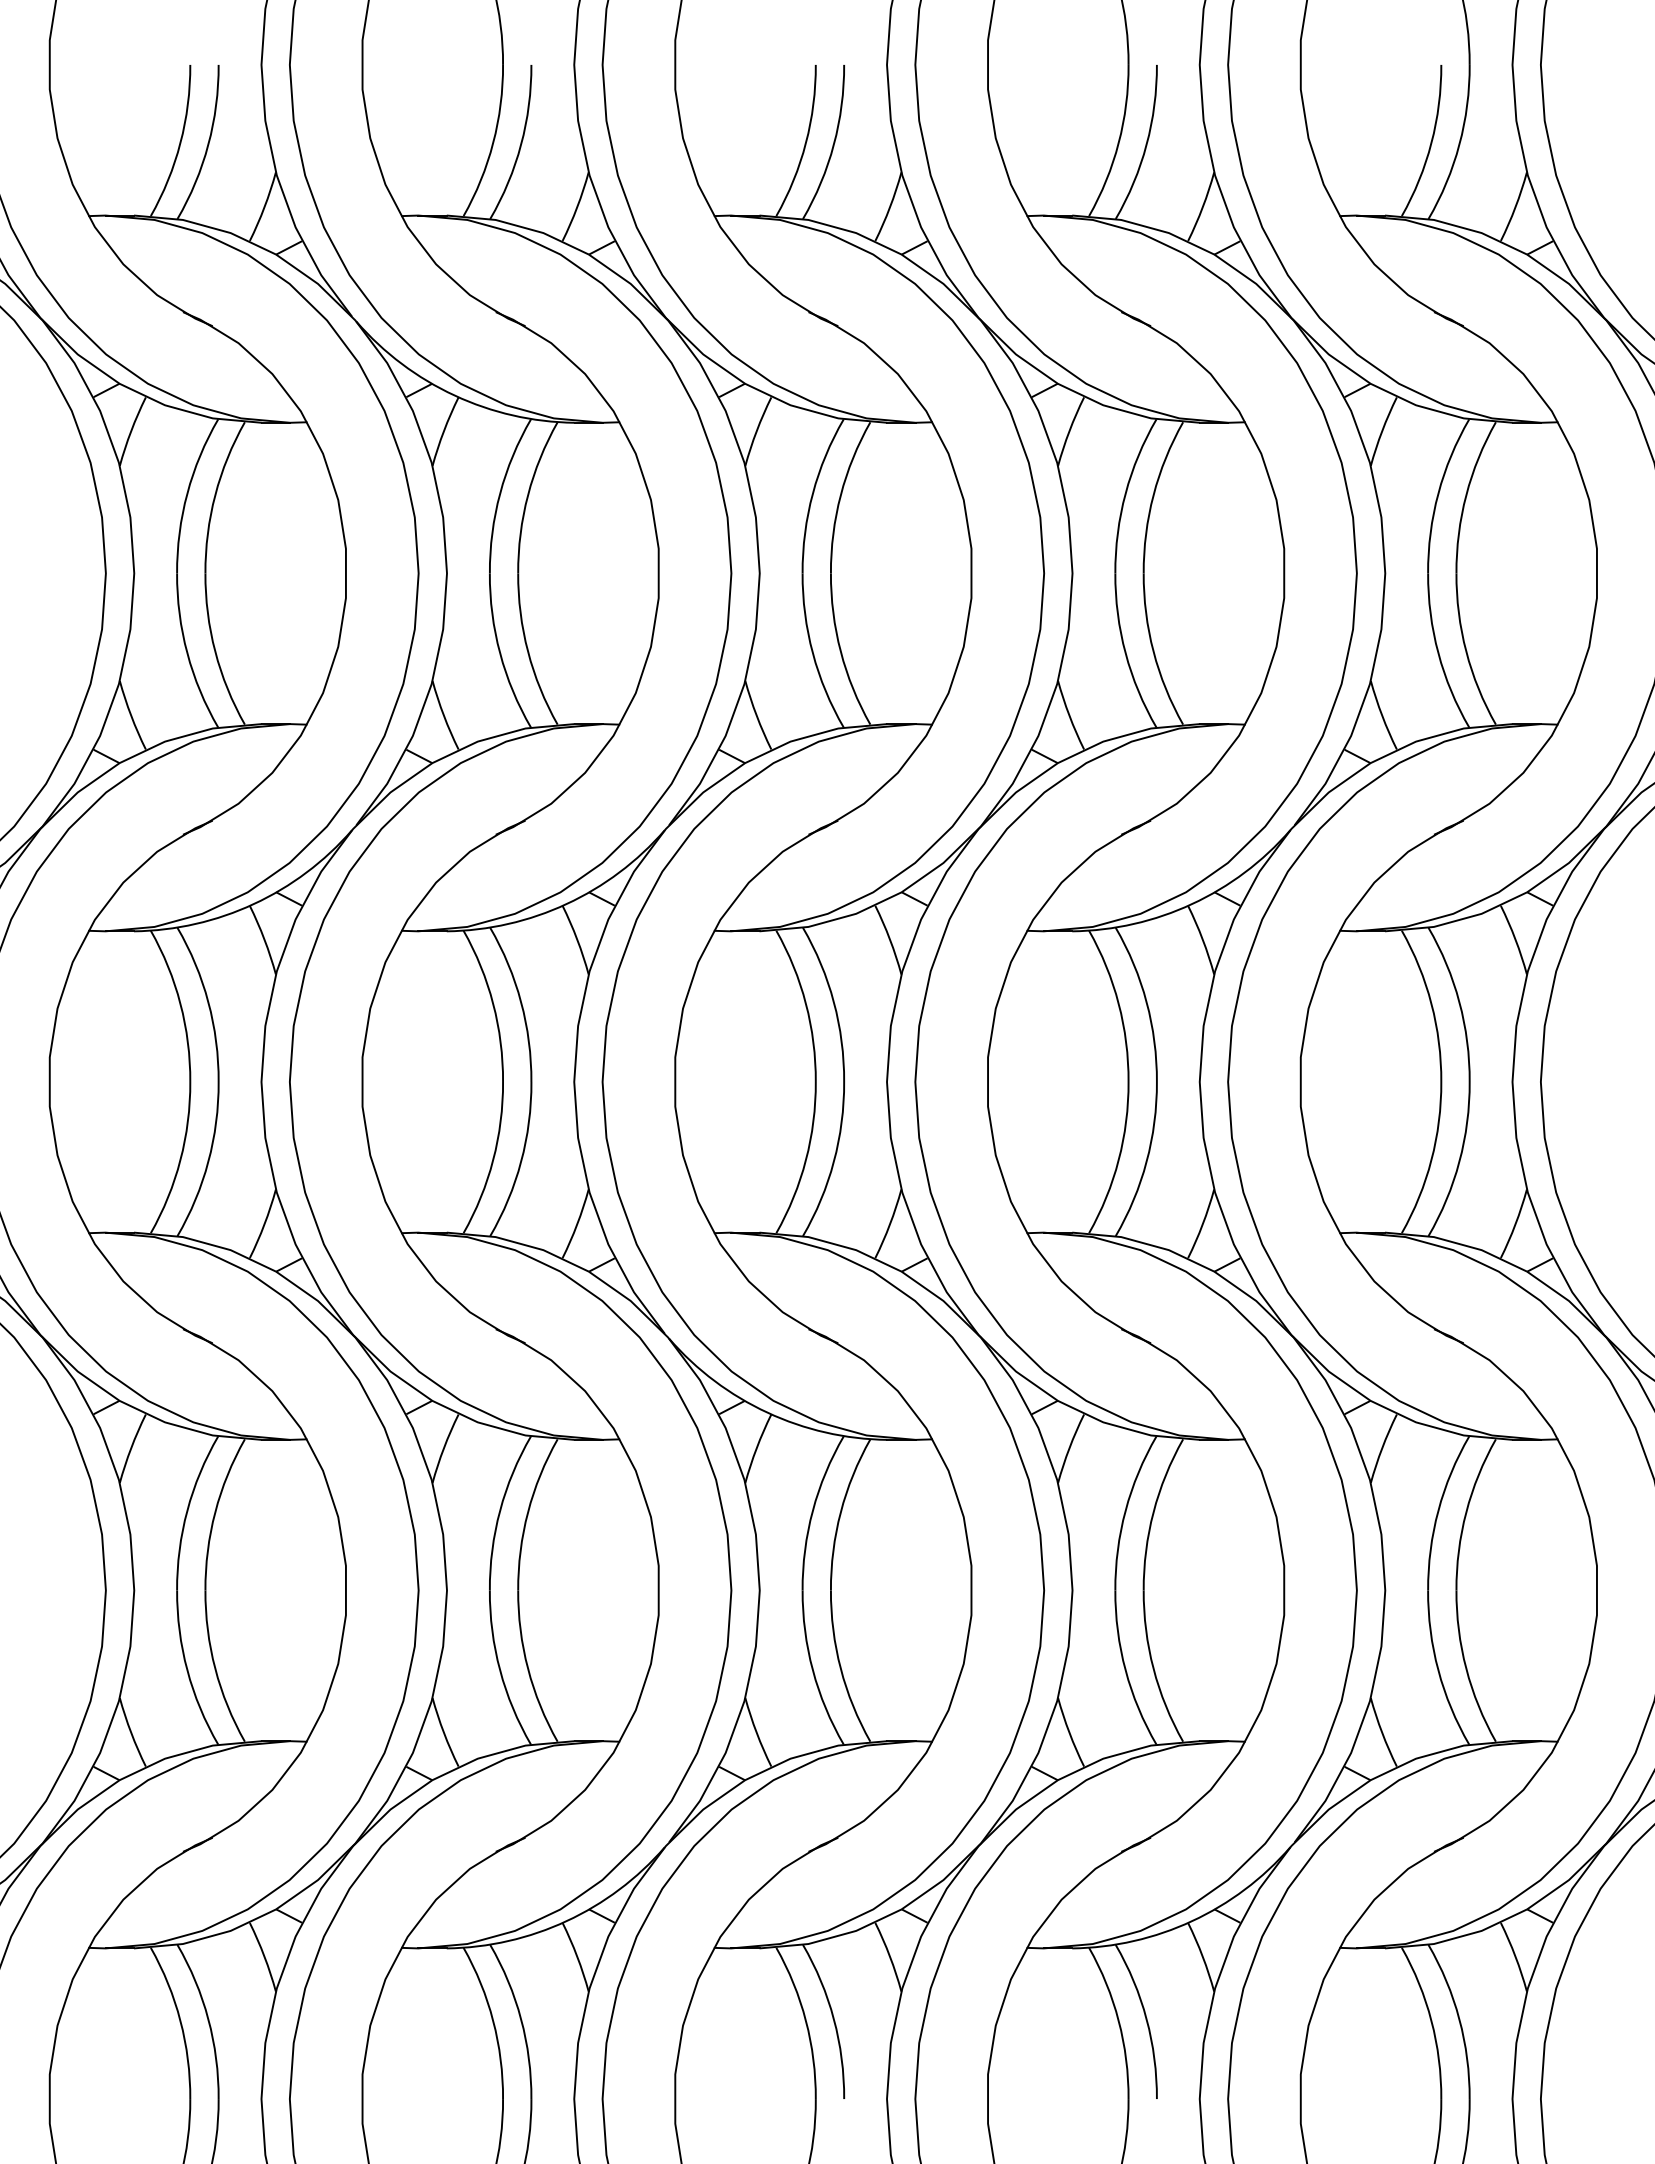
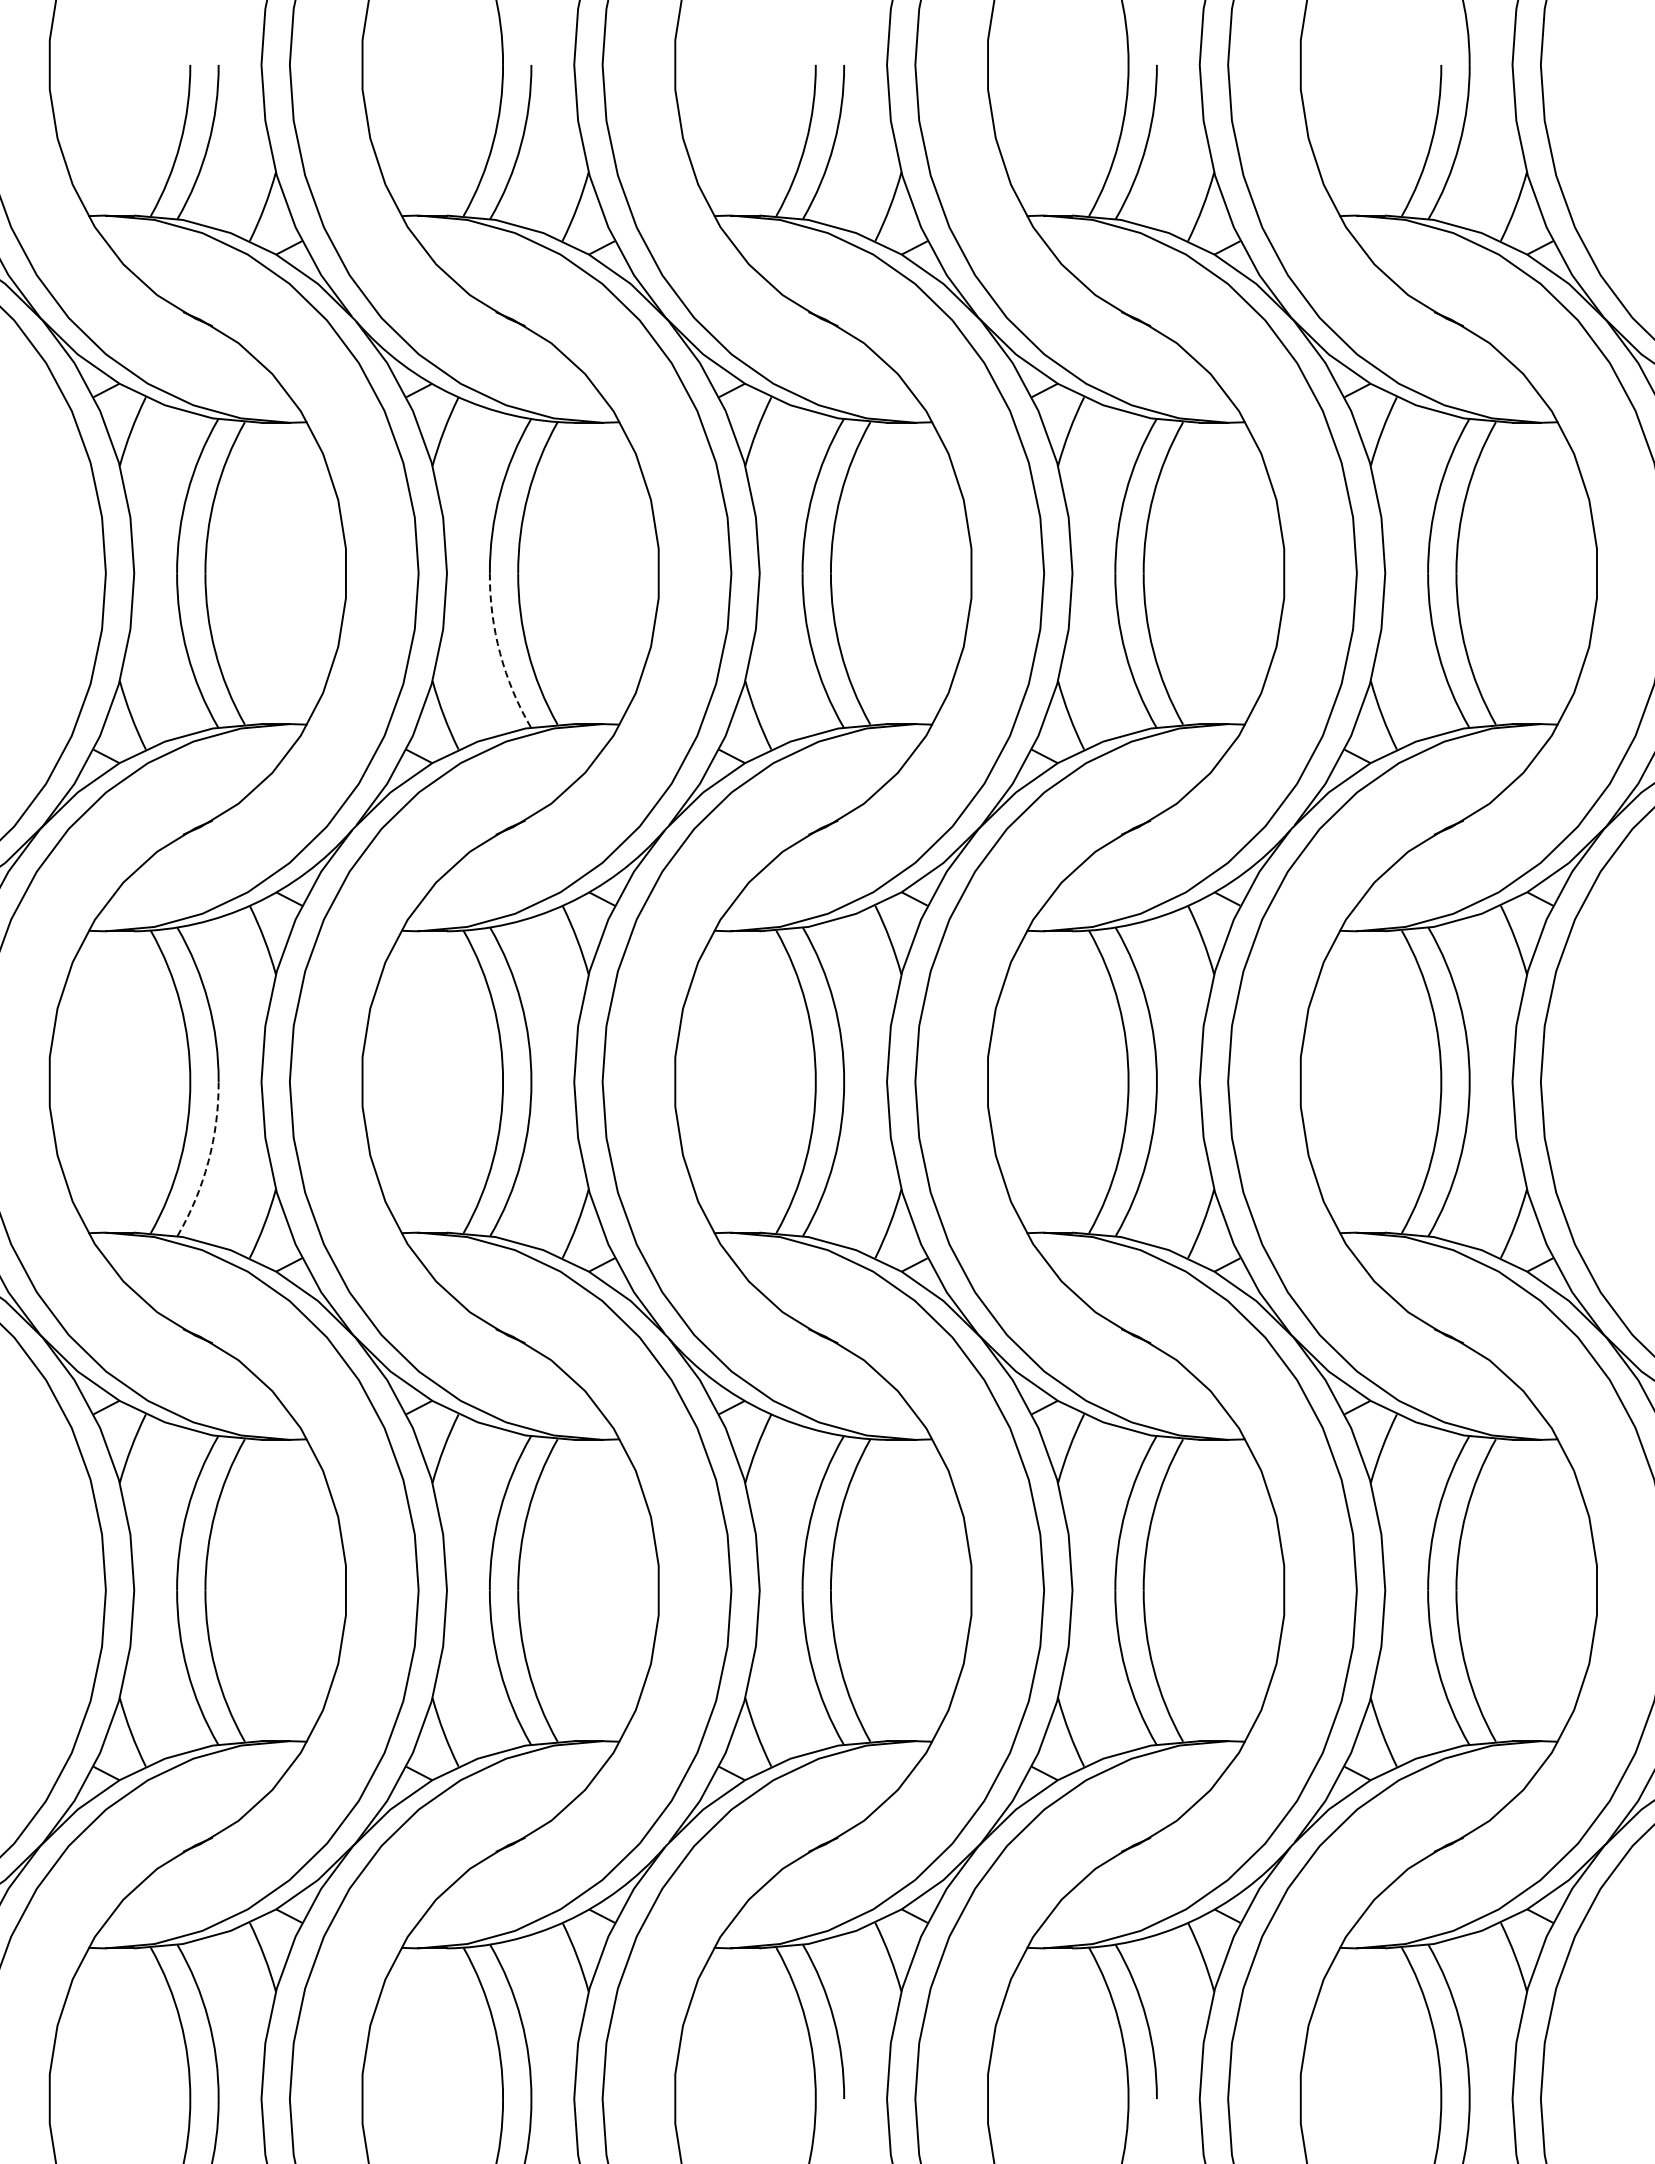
arc at (500, 653): solid -> dashed
arc at (208, 1161): solid -> dashed
